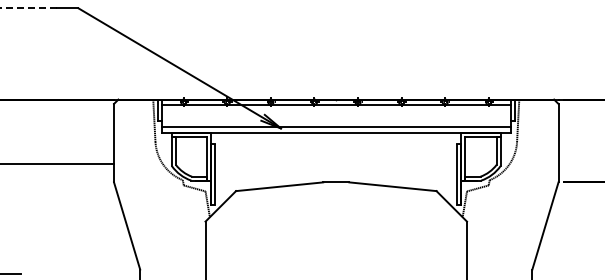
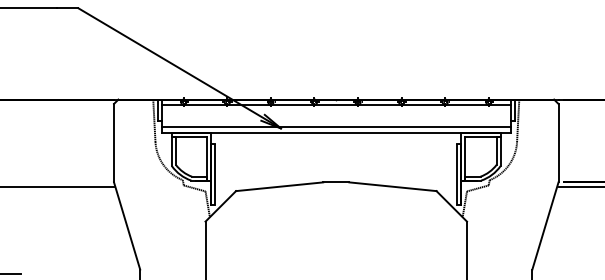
line at (28, 8): dashed -> solid
line at (58, 163) position: (58, 163) -> (58, 186)
line at (579, 186): none -> present
